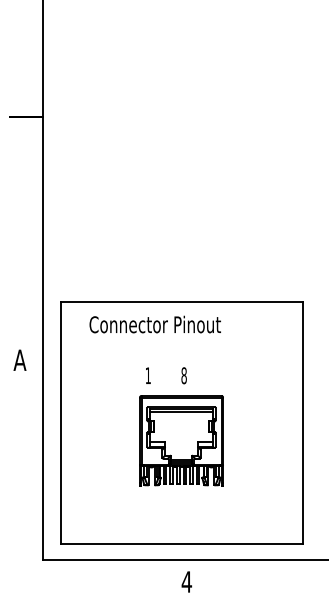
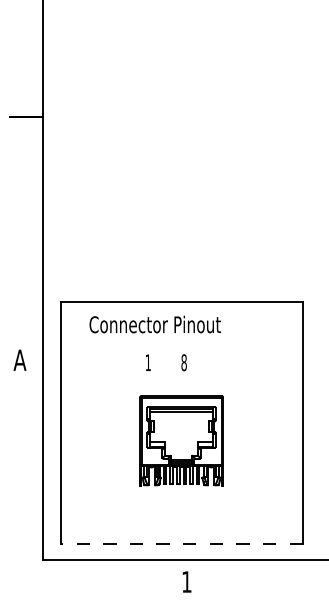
text at (166, 375) position: (166, 375) -> (166, 362)
line at (181, 543): solid -> dashed
text at (186, 581): 4 -> 1
